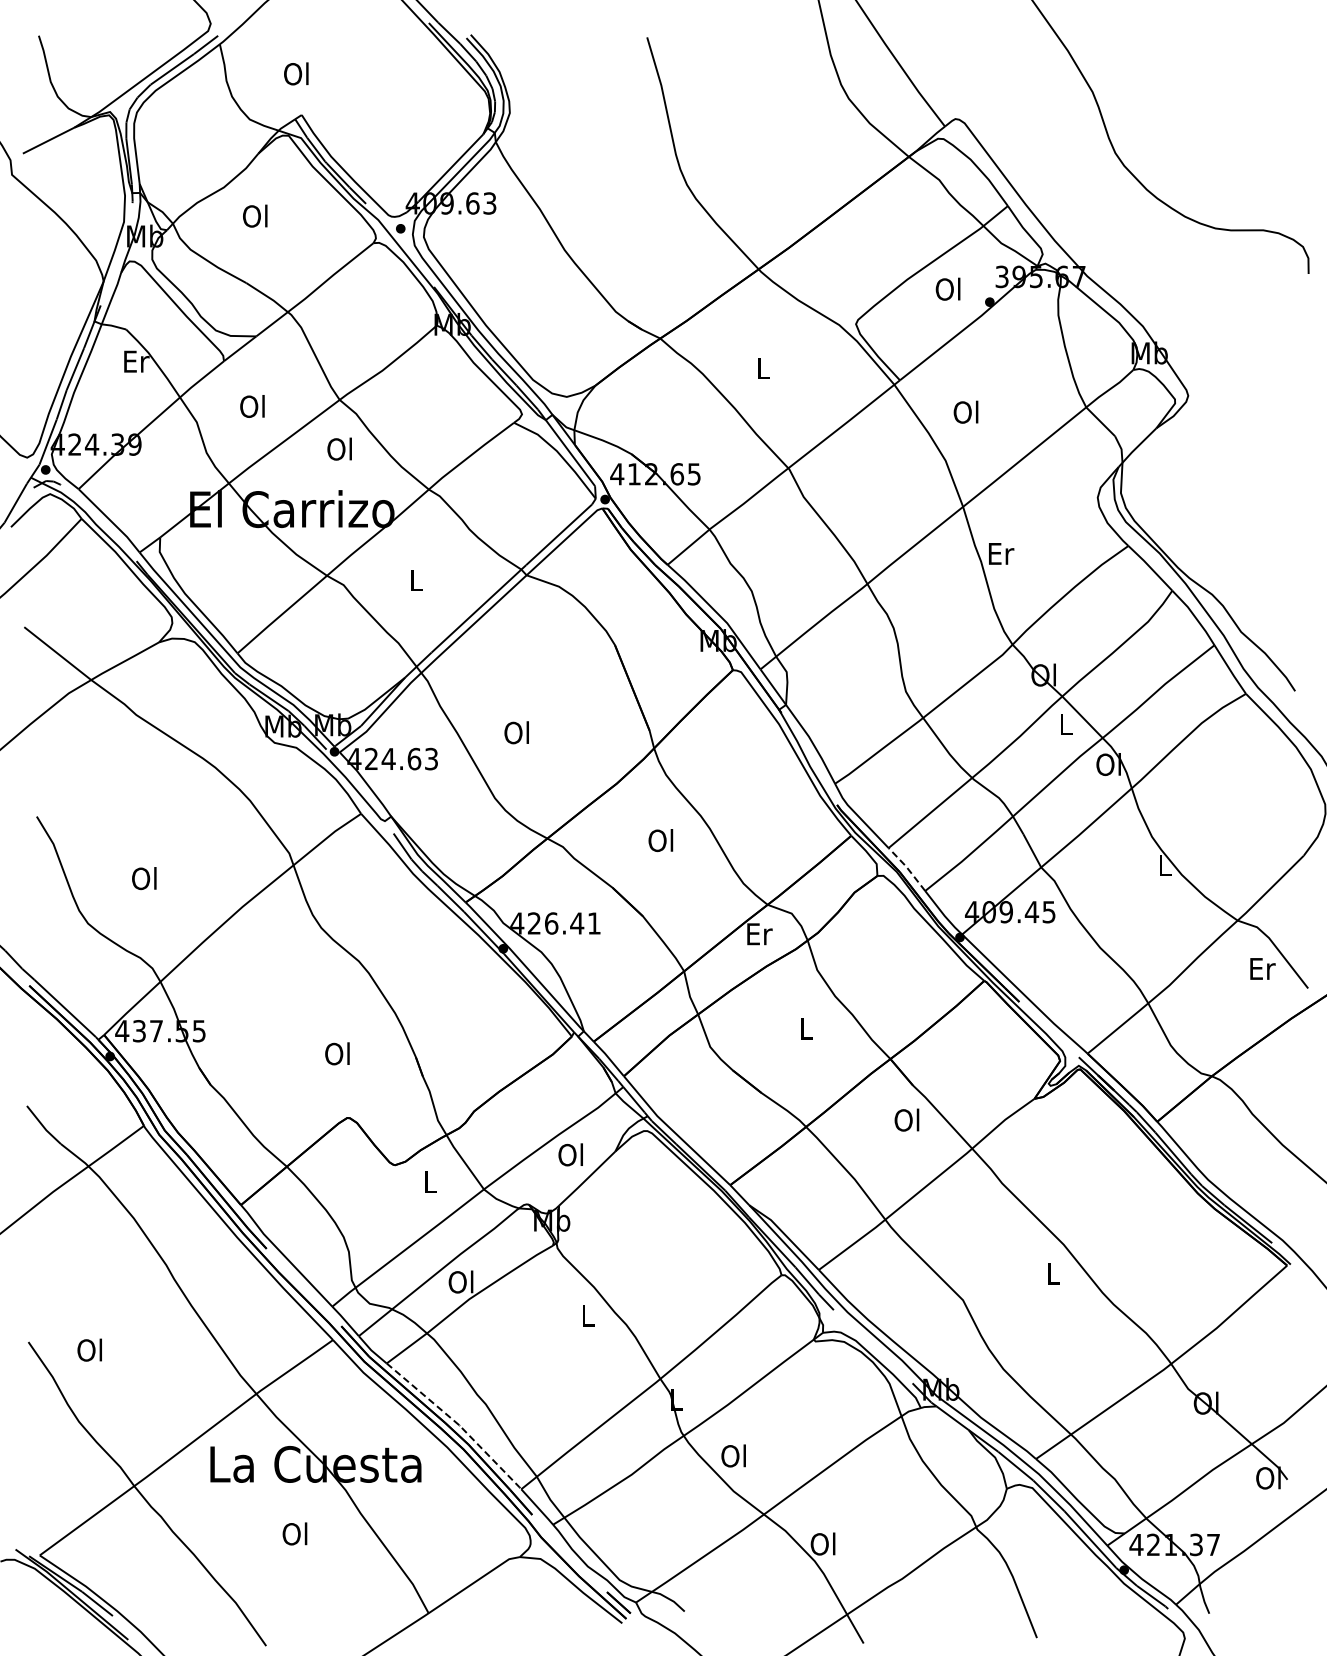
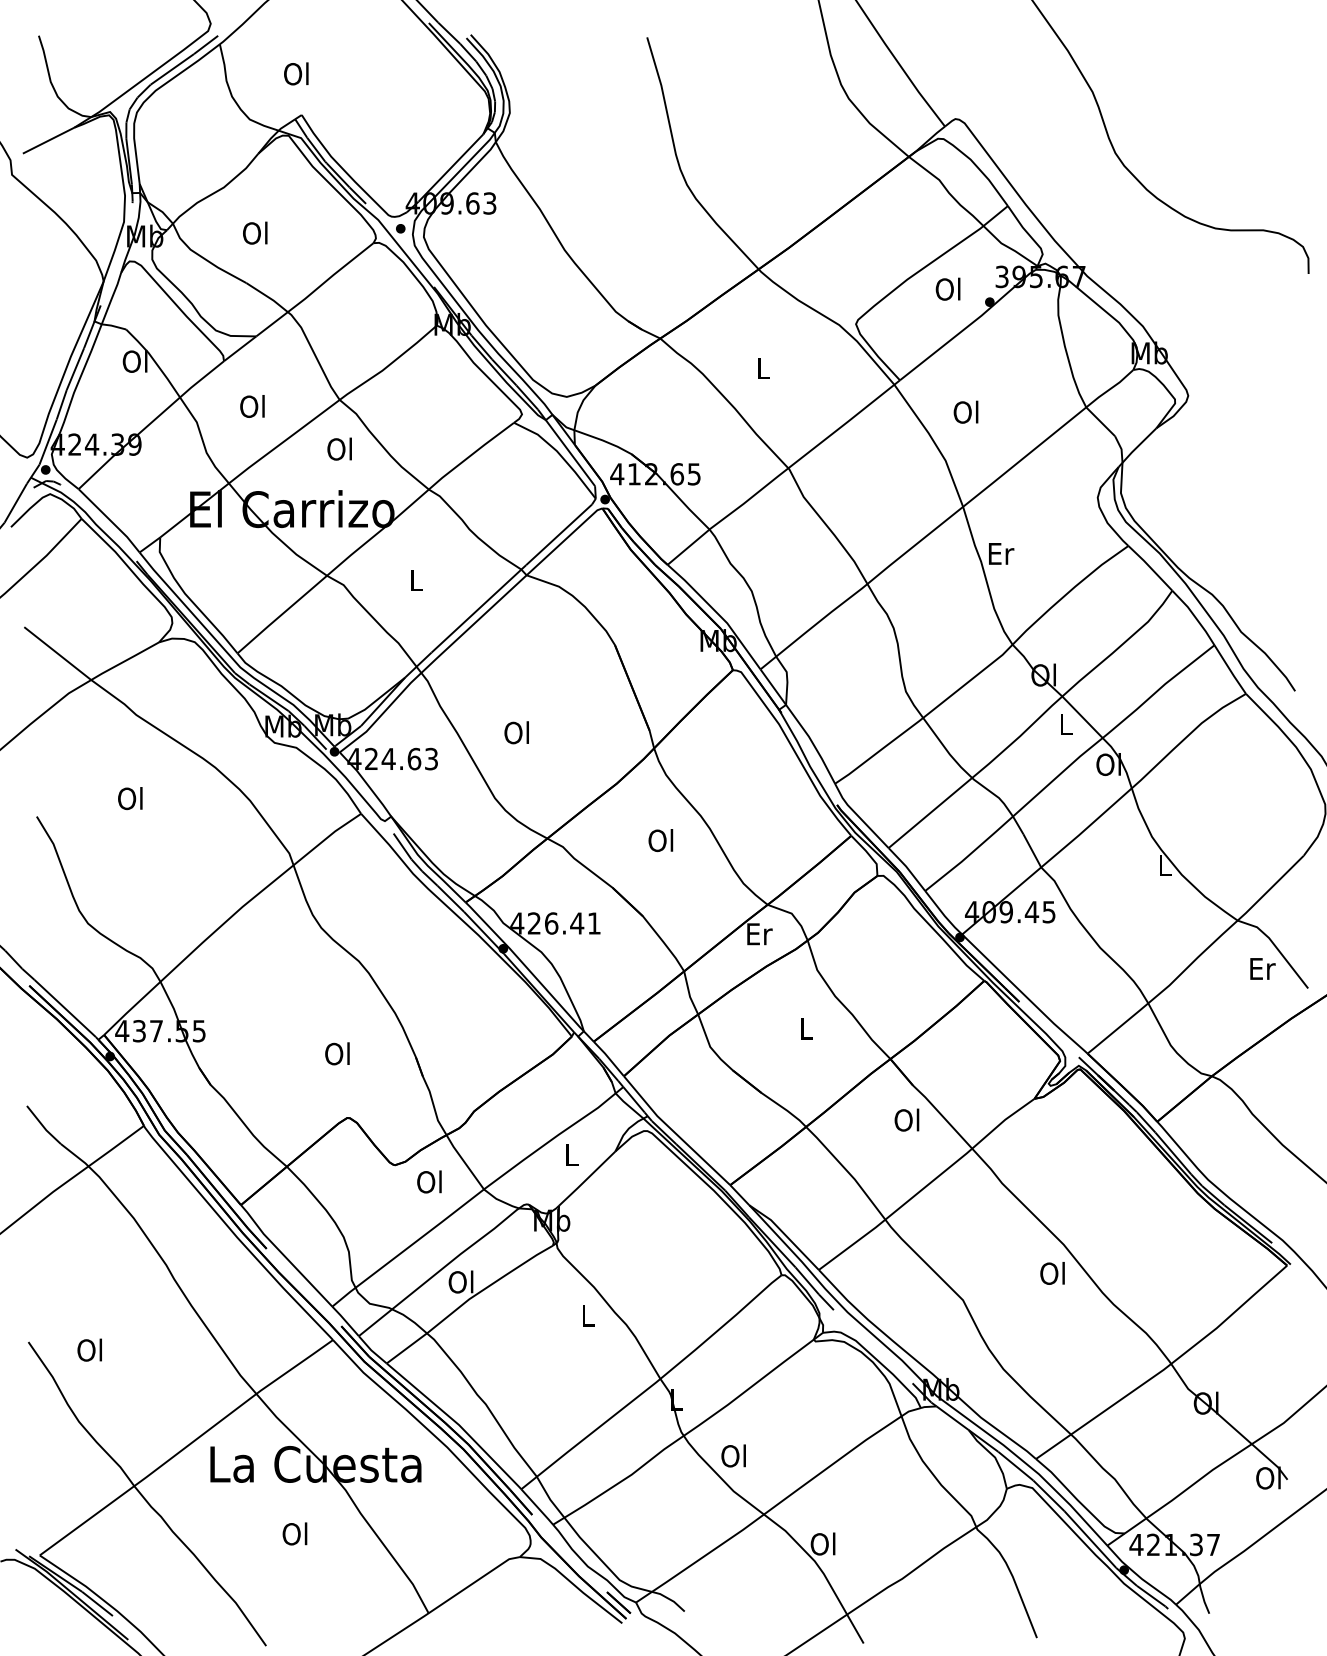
text at (255, 215) position: (255, 215) -> (255, 232)
text at (135, 361): Er -> Ol
line at (907, 867): dashed -> solid
text at (144, 878) position: (144, 878) -> (130, 798)
text at (570, 1154): Ol -> L
text at (429, 1181): L -> Ol
text at (1052, 1273): L -> Ol
line at (458, 1424): dashed -> solid
